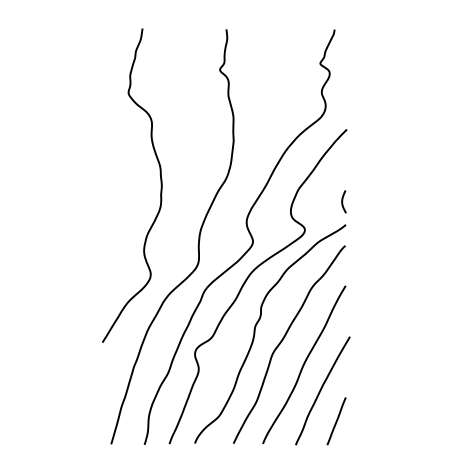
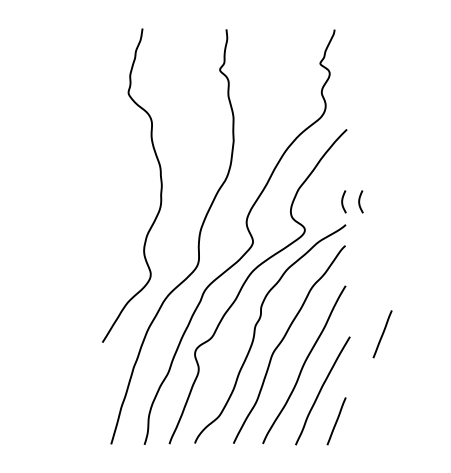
curve at (360, 200): none -> present
line at (382, 334): none -> present
